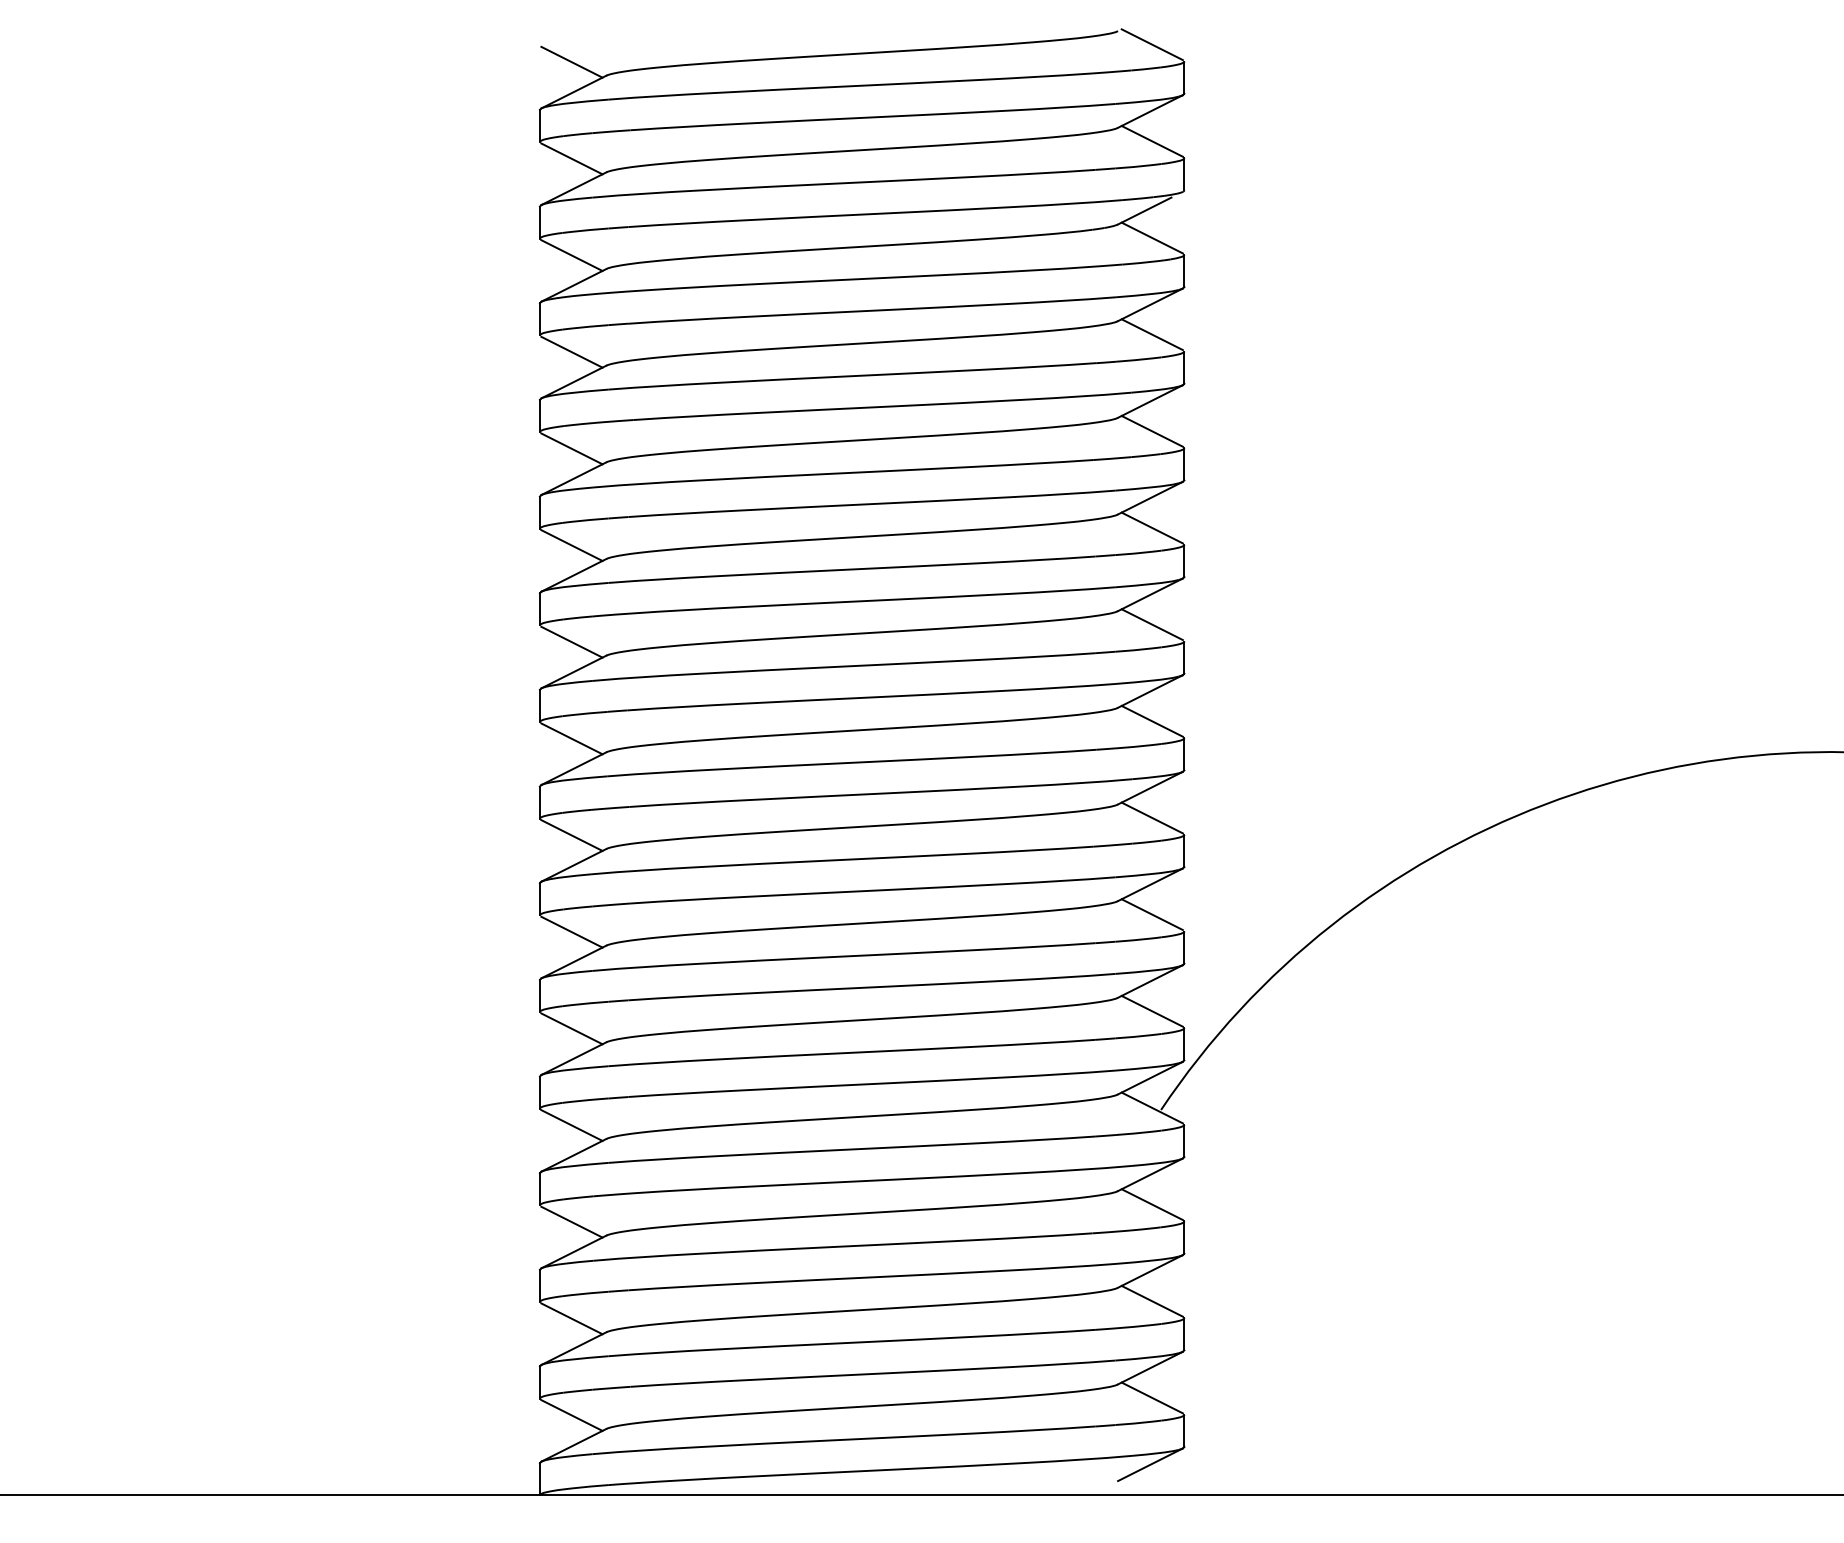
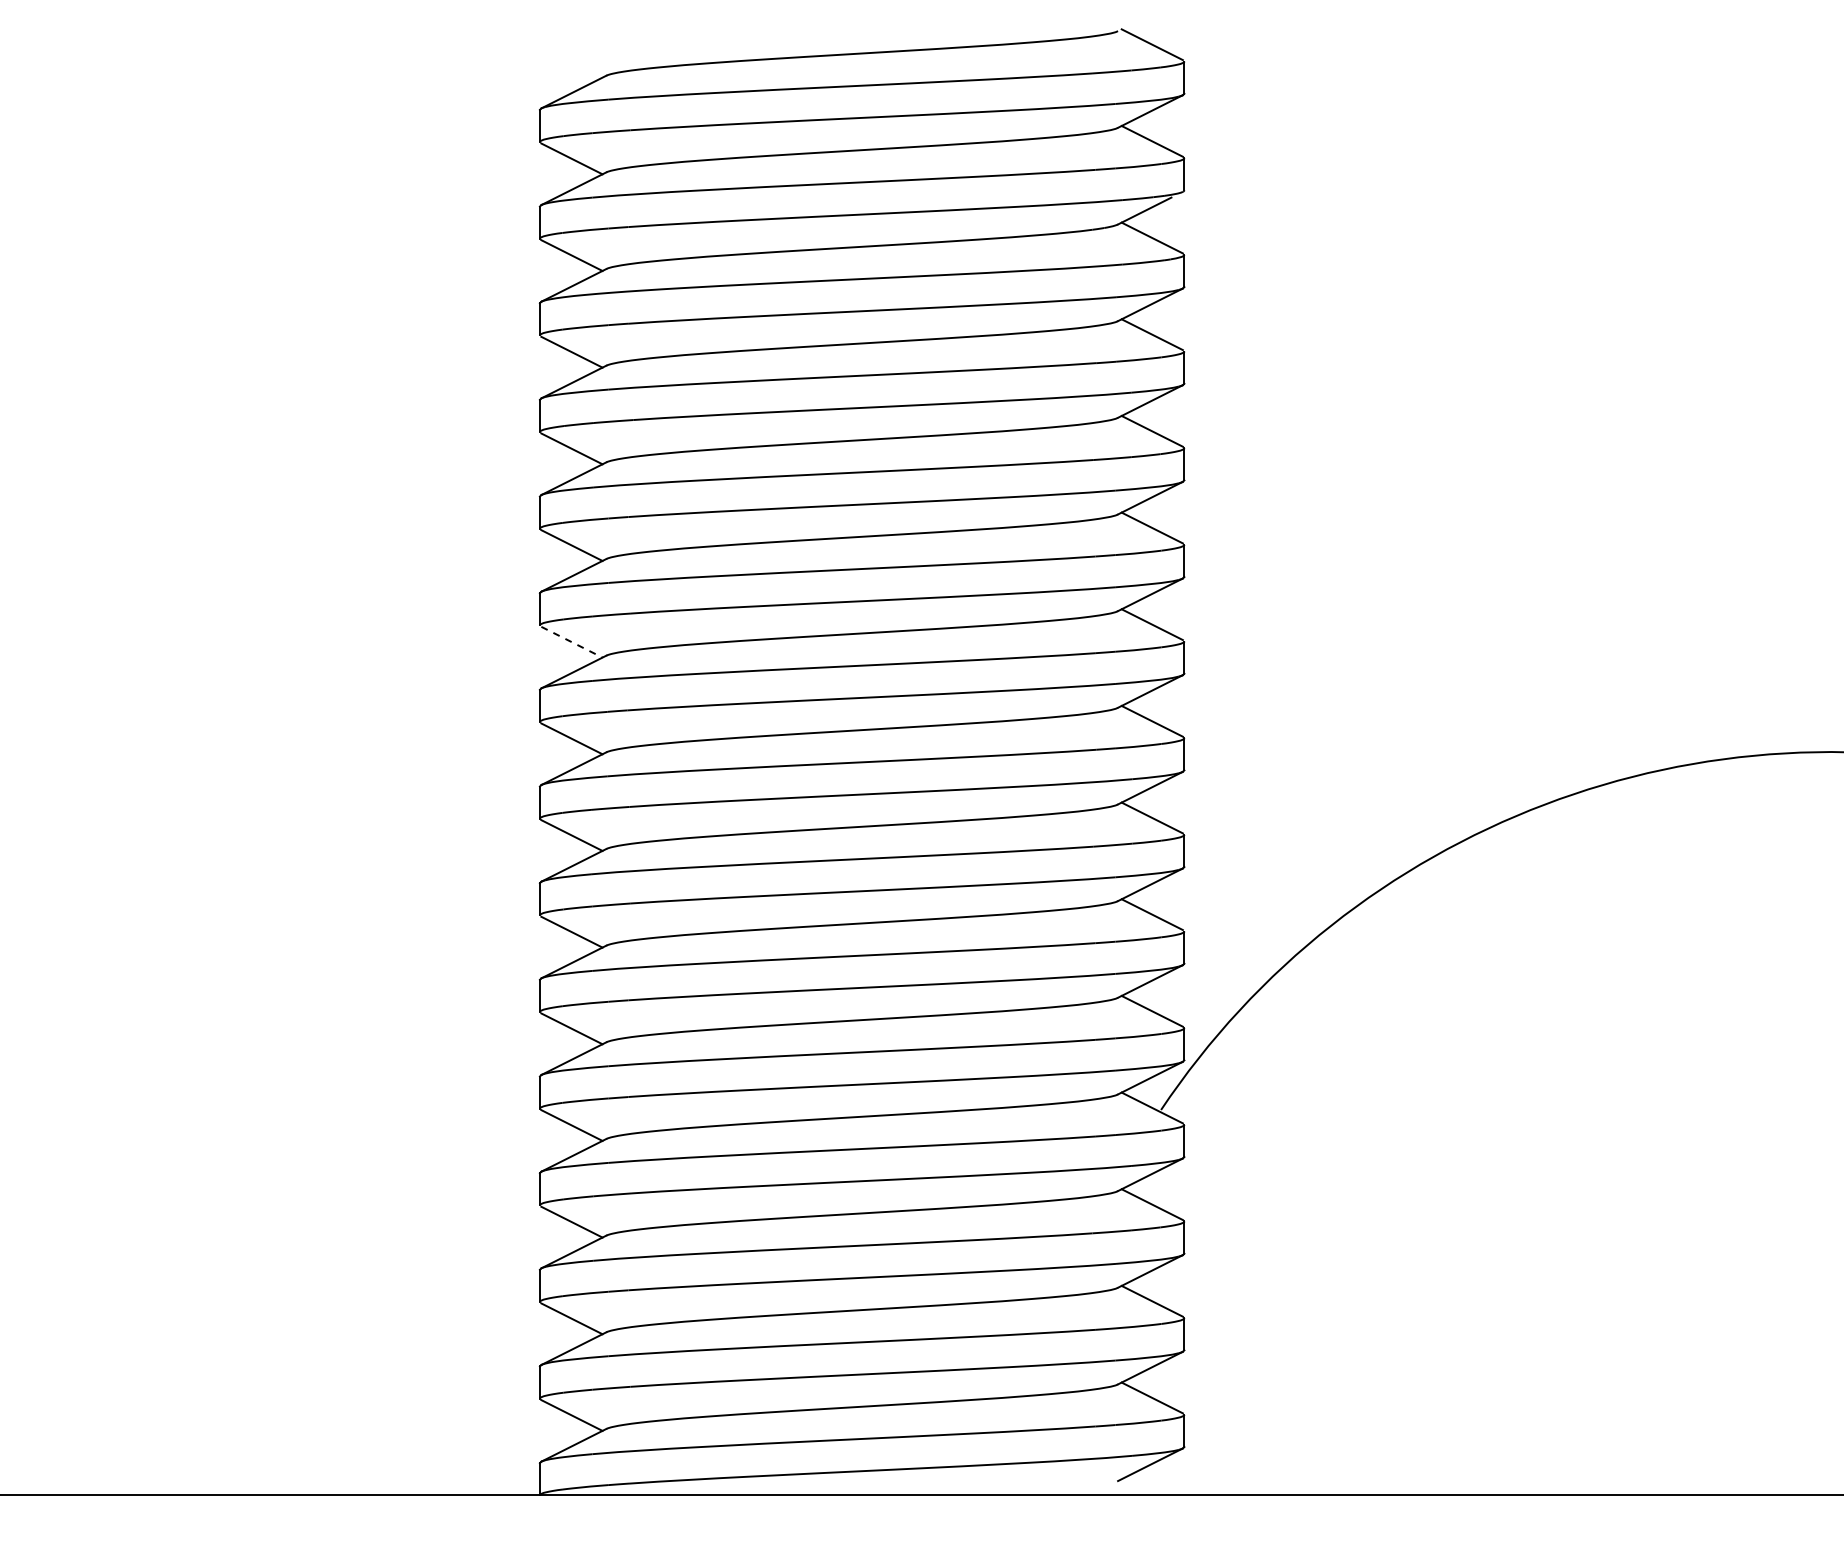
line at (571, 61): present -> none
line at (572, 642): solid -> dashed
